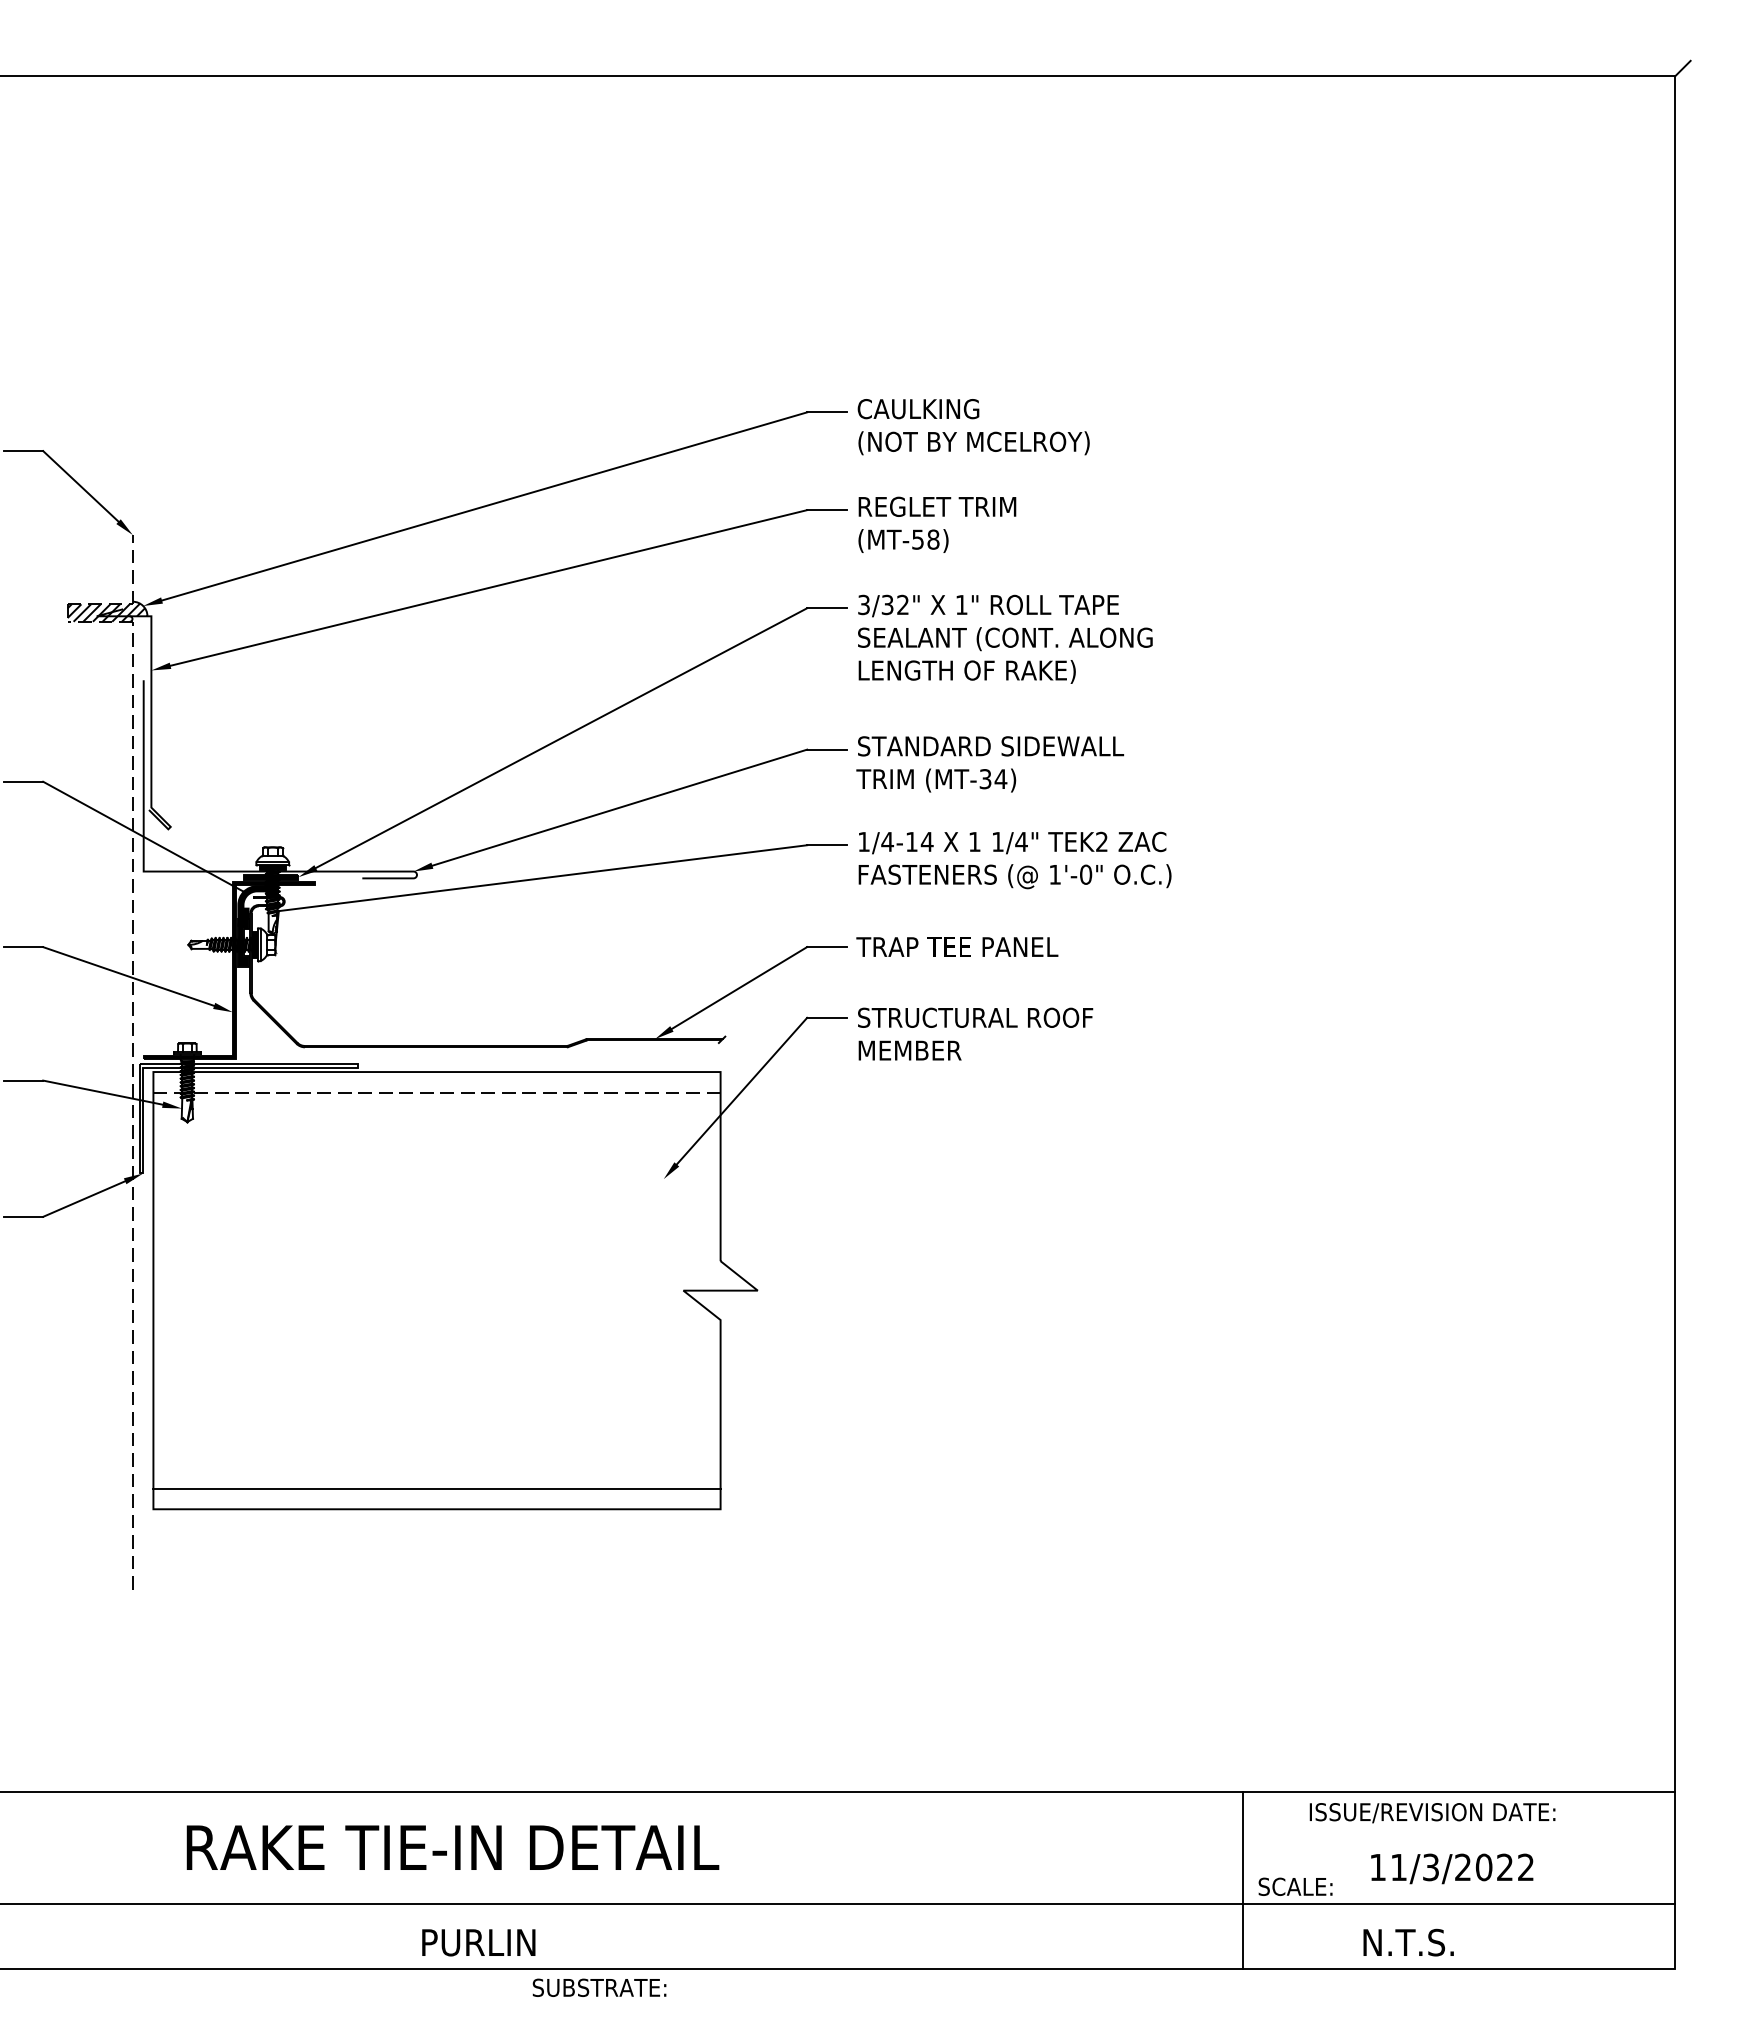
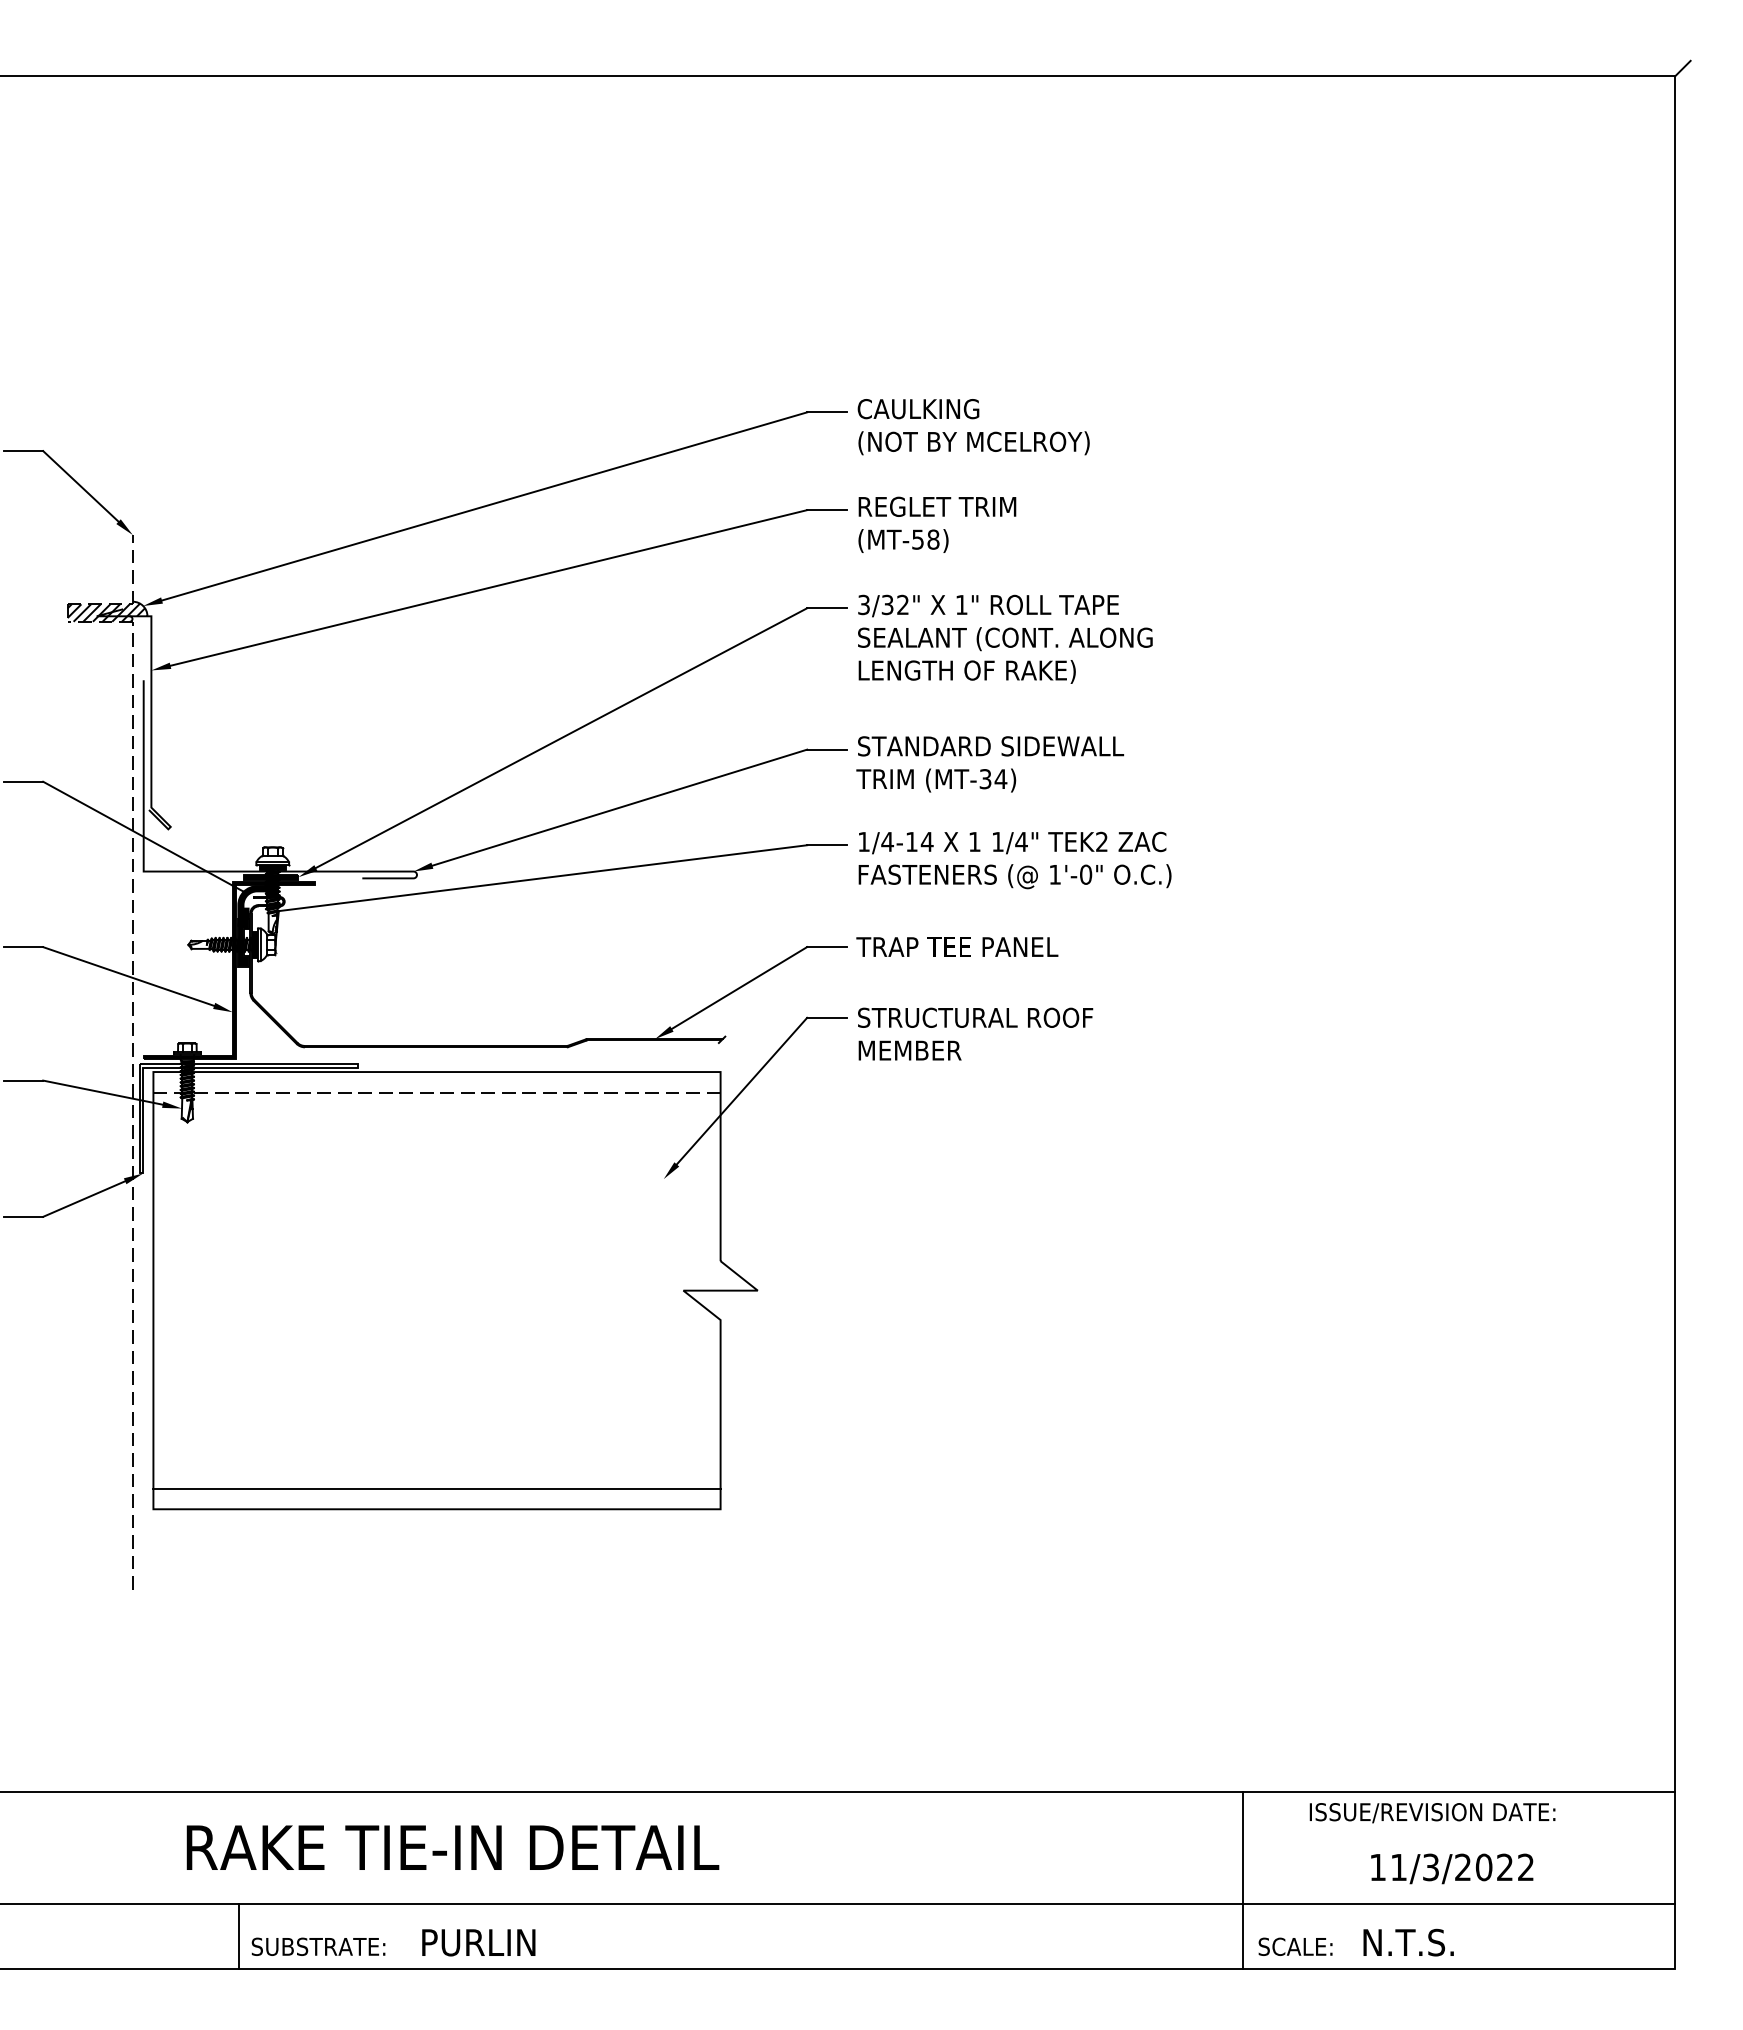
text at (1295, 1886) position: (1295, 1886) -> (1295, 1946)
line at (239, 1936): none -> present
text at (599, 1987) position: (599, 1987) -> (318, 1946)
